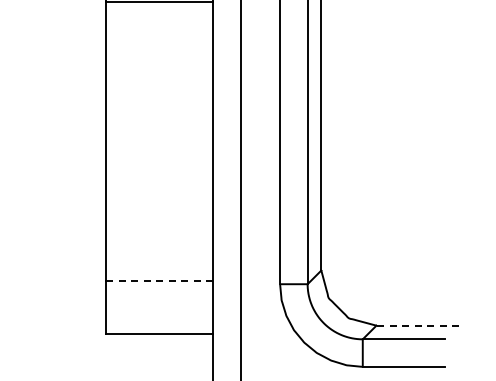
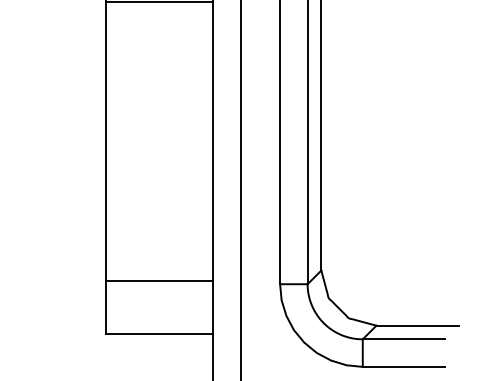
line at (159, 280): dashed -> solid
line at (417, 325): dashed -> solid
